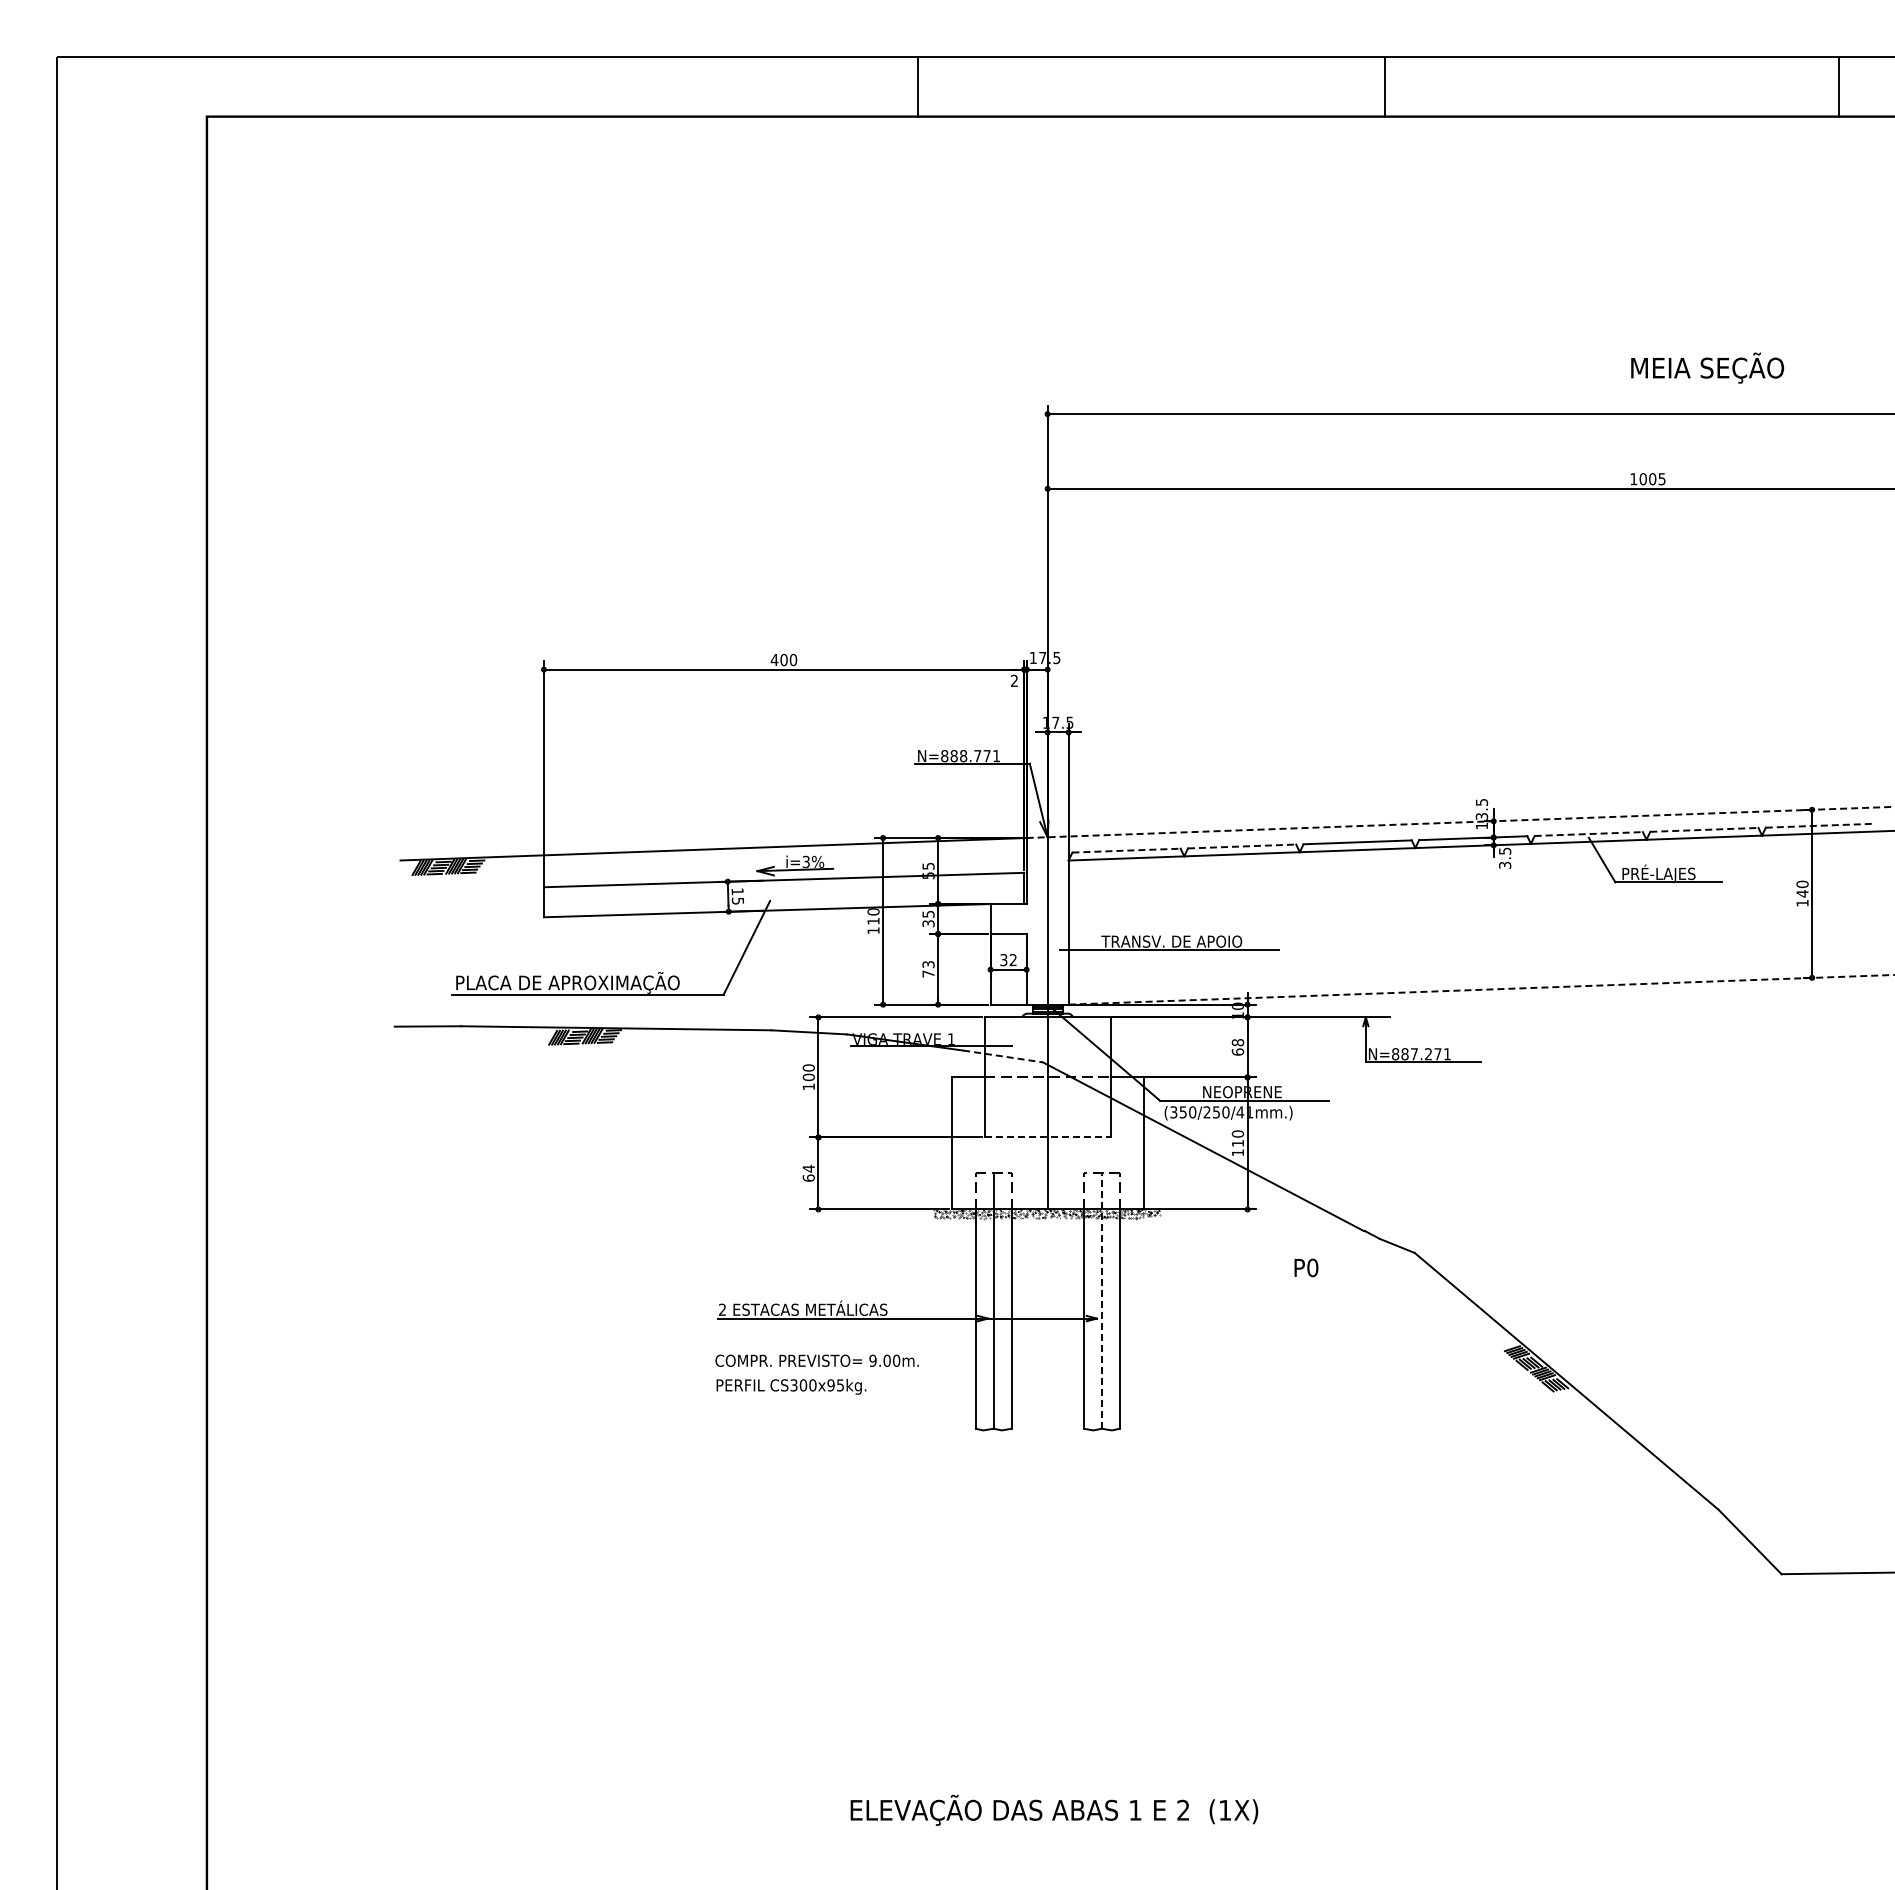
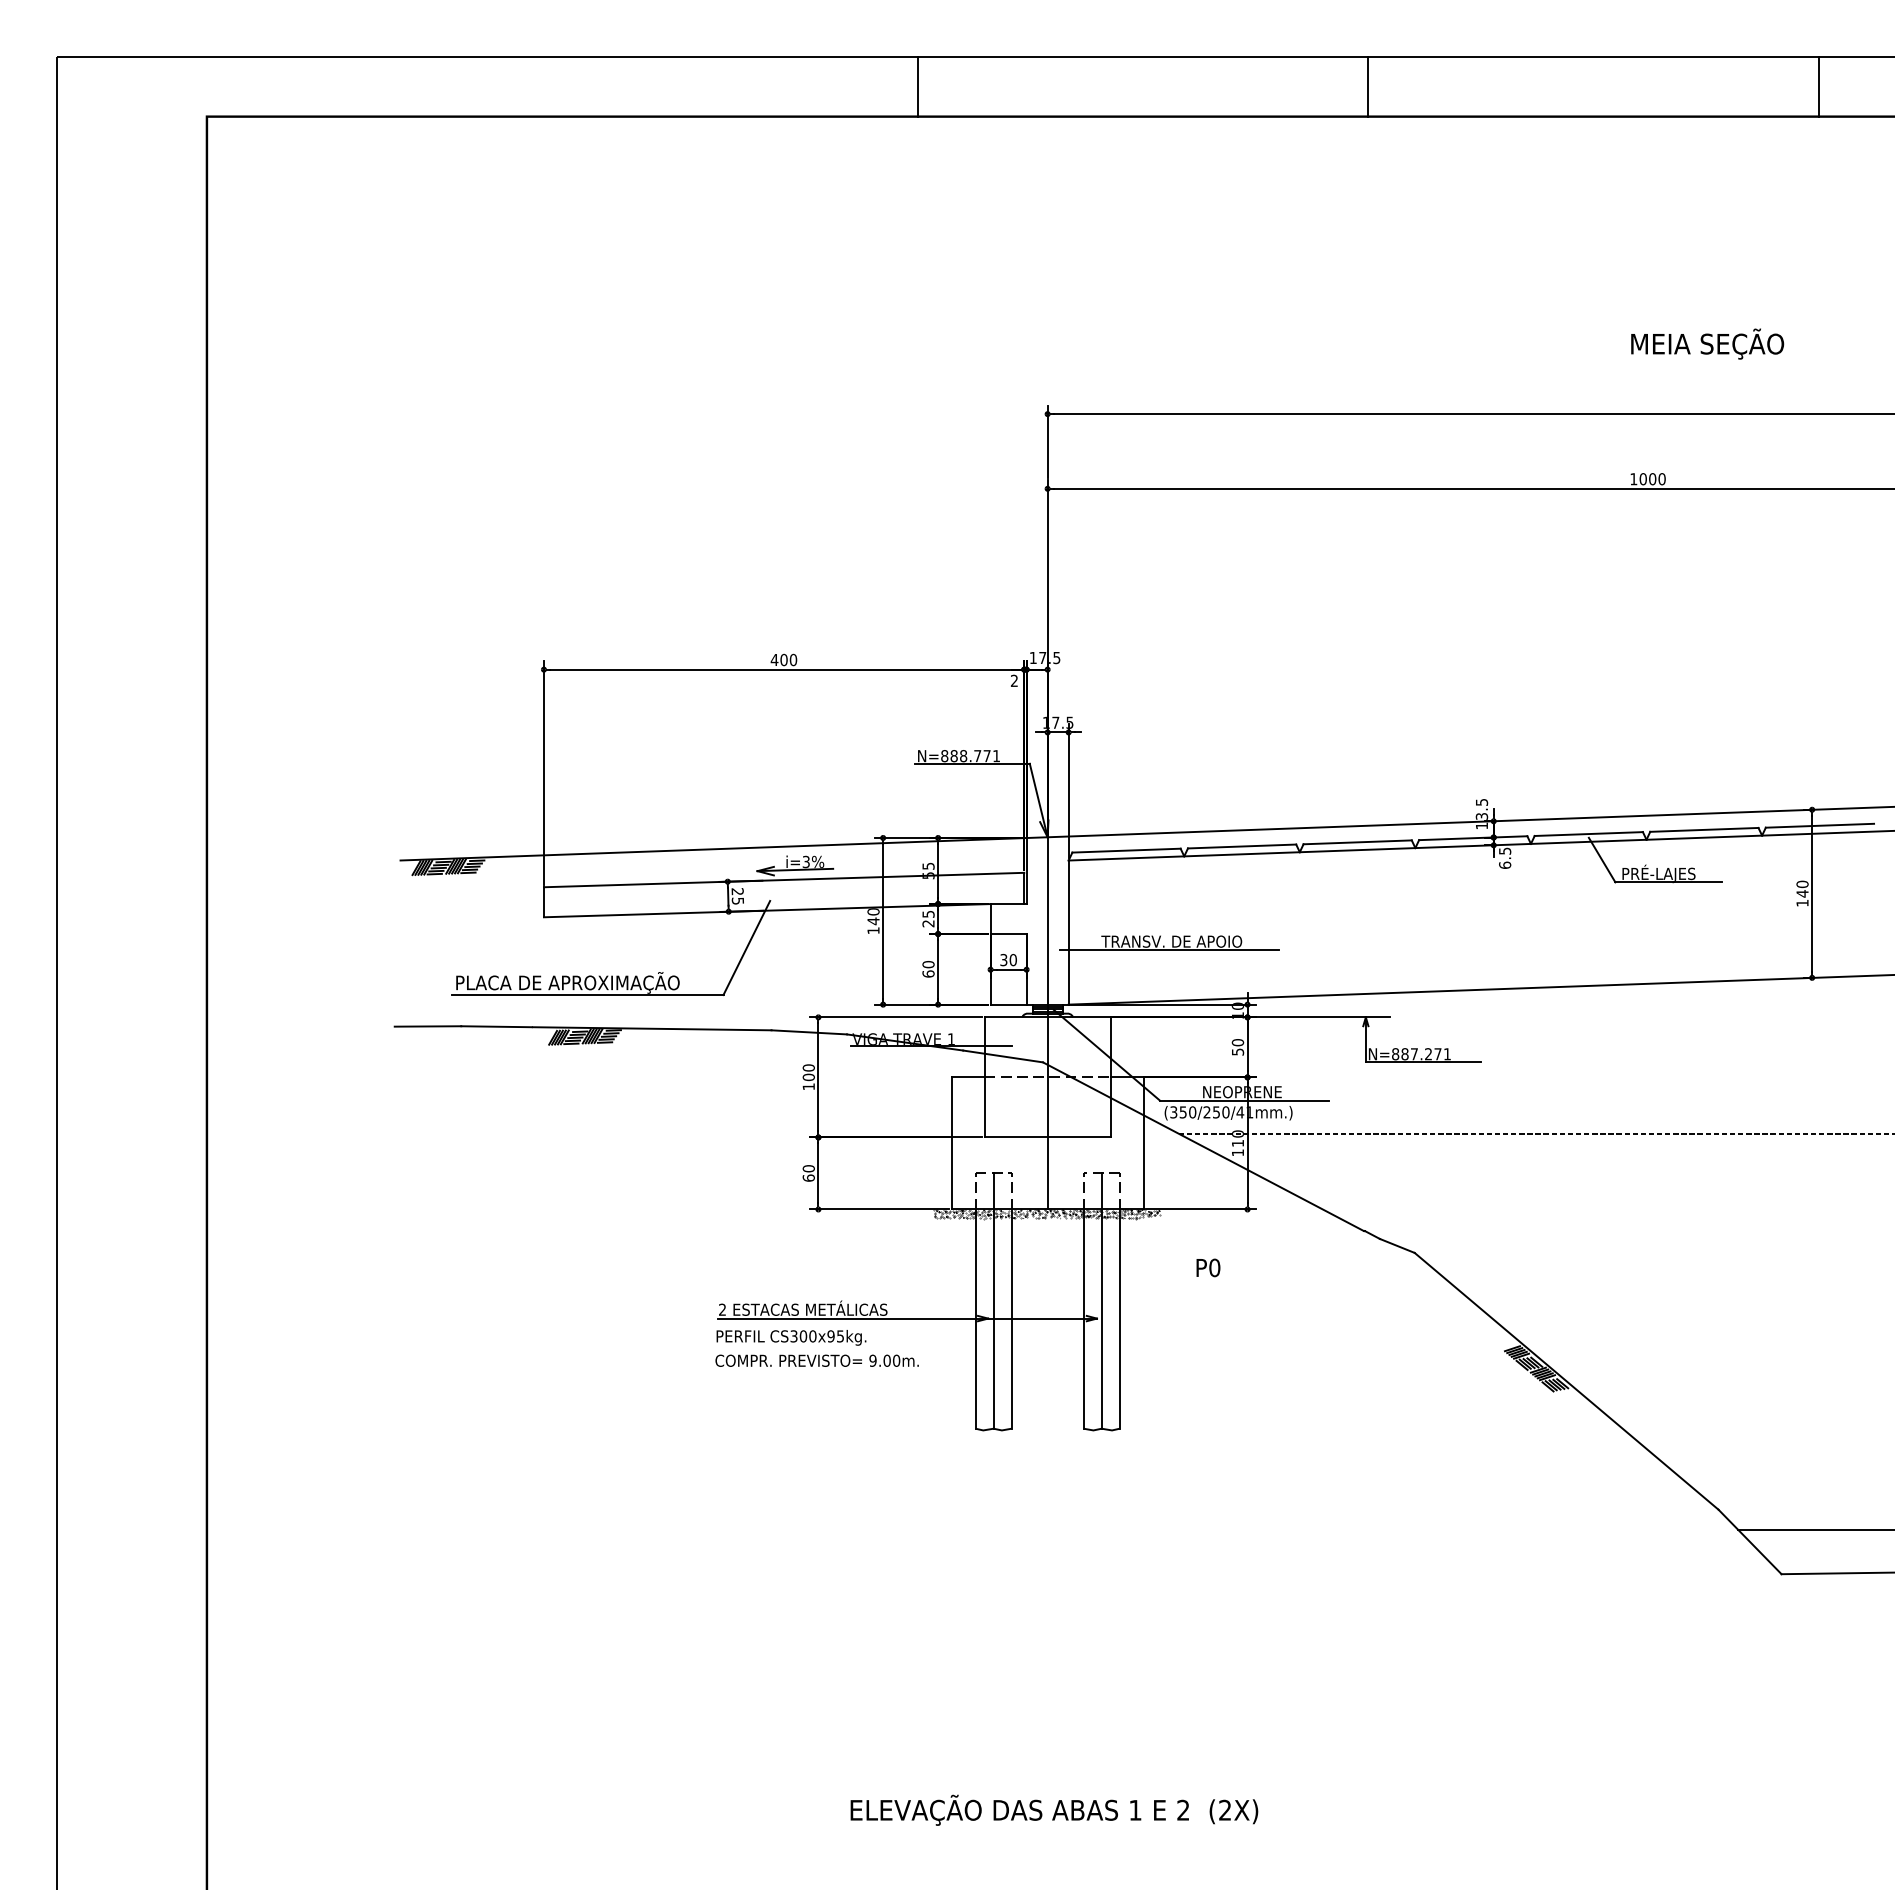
line at (1385, 86) position: (1385, 86) -> (1368, 86)
line at (1838, 86) position: (1838, 86) -> (1818, 86)
text at (1707, 367) position: (1707, 367) -> (1707, 343)
text at (1661, 479): 1005 -> 1000
line at (1461, 822): dashed -> solid
line at (1820, 825): dashed -> solid
line at (1704, 829): dashed -> solid
line at (1589, 834): dashed -> solid
line at (1242, 846): dashed -> solid
line at (1127, 850): dashed -> solid
text at (1505, 864): 3.5 -> 6.5
text at (737, 891): 15 -> 25
text at (873, 921): 110 -> 140
text at (928, 923): 35 -> 25
text at (1012, 960): 32 -> 30
text at (928, 969): 73 -> 60
line at (1482, 989): dashed -> solid
text at (1237, 1047): 68 -> 50
line at (1003, 1056): dashed -> solid
line at (1534, 1133): none -> present
line at (1048, 1137): dashed -> solid
text at (808, 1168): 64 -> 60
text at (1306, 1267) position: (1306, 1267) -> (1208, 1267)
line at (1101, 1301): dashed -> solid
text at (791, 1386) position: (791, 1386) -> (791, 1337)
line at (1814, 1529): none -> present
text at (1224, 1809): (1X) -> (2X)
